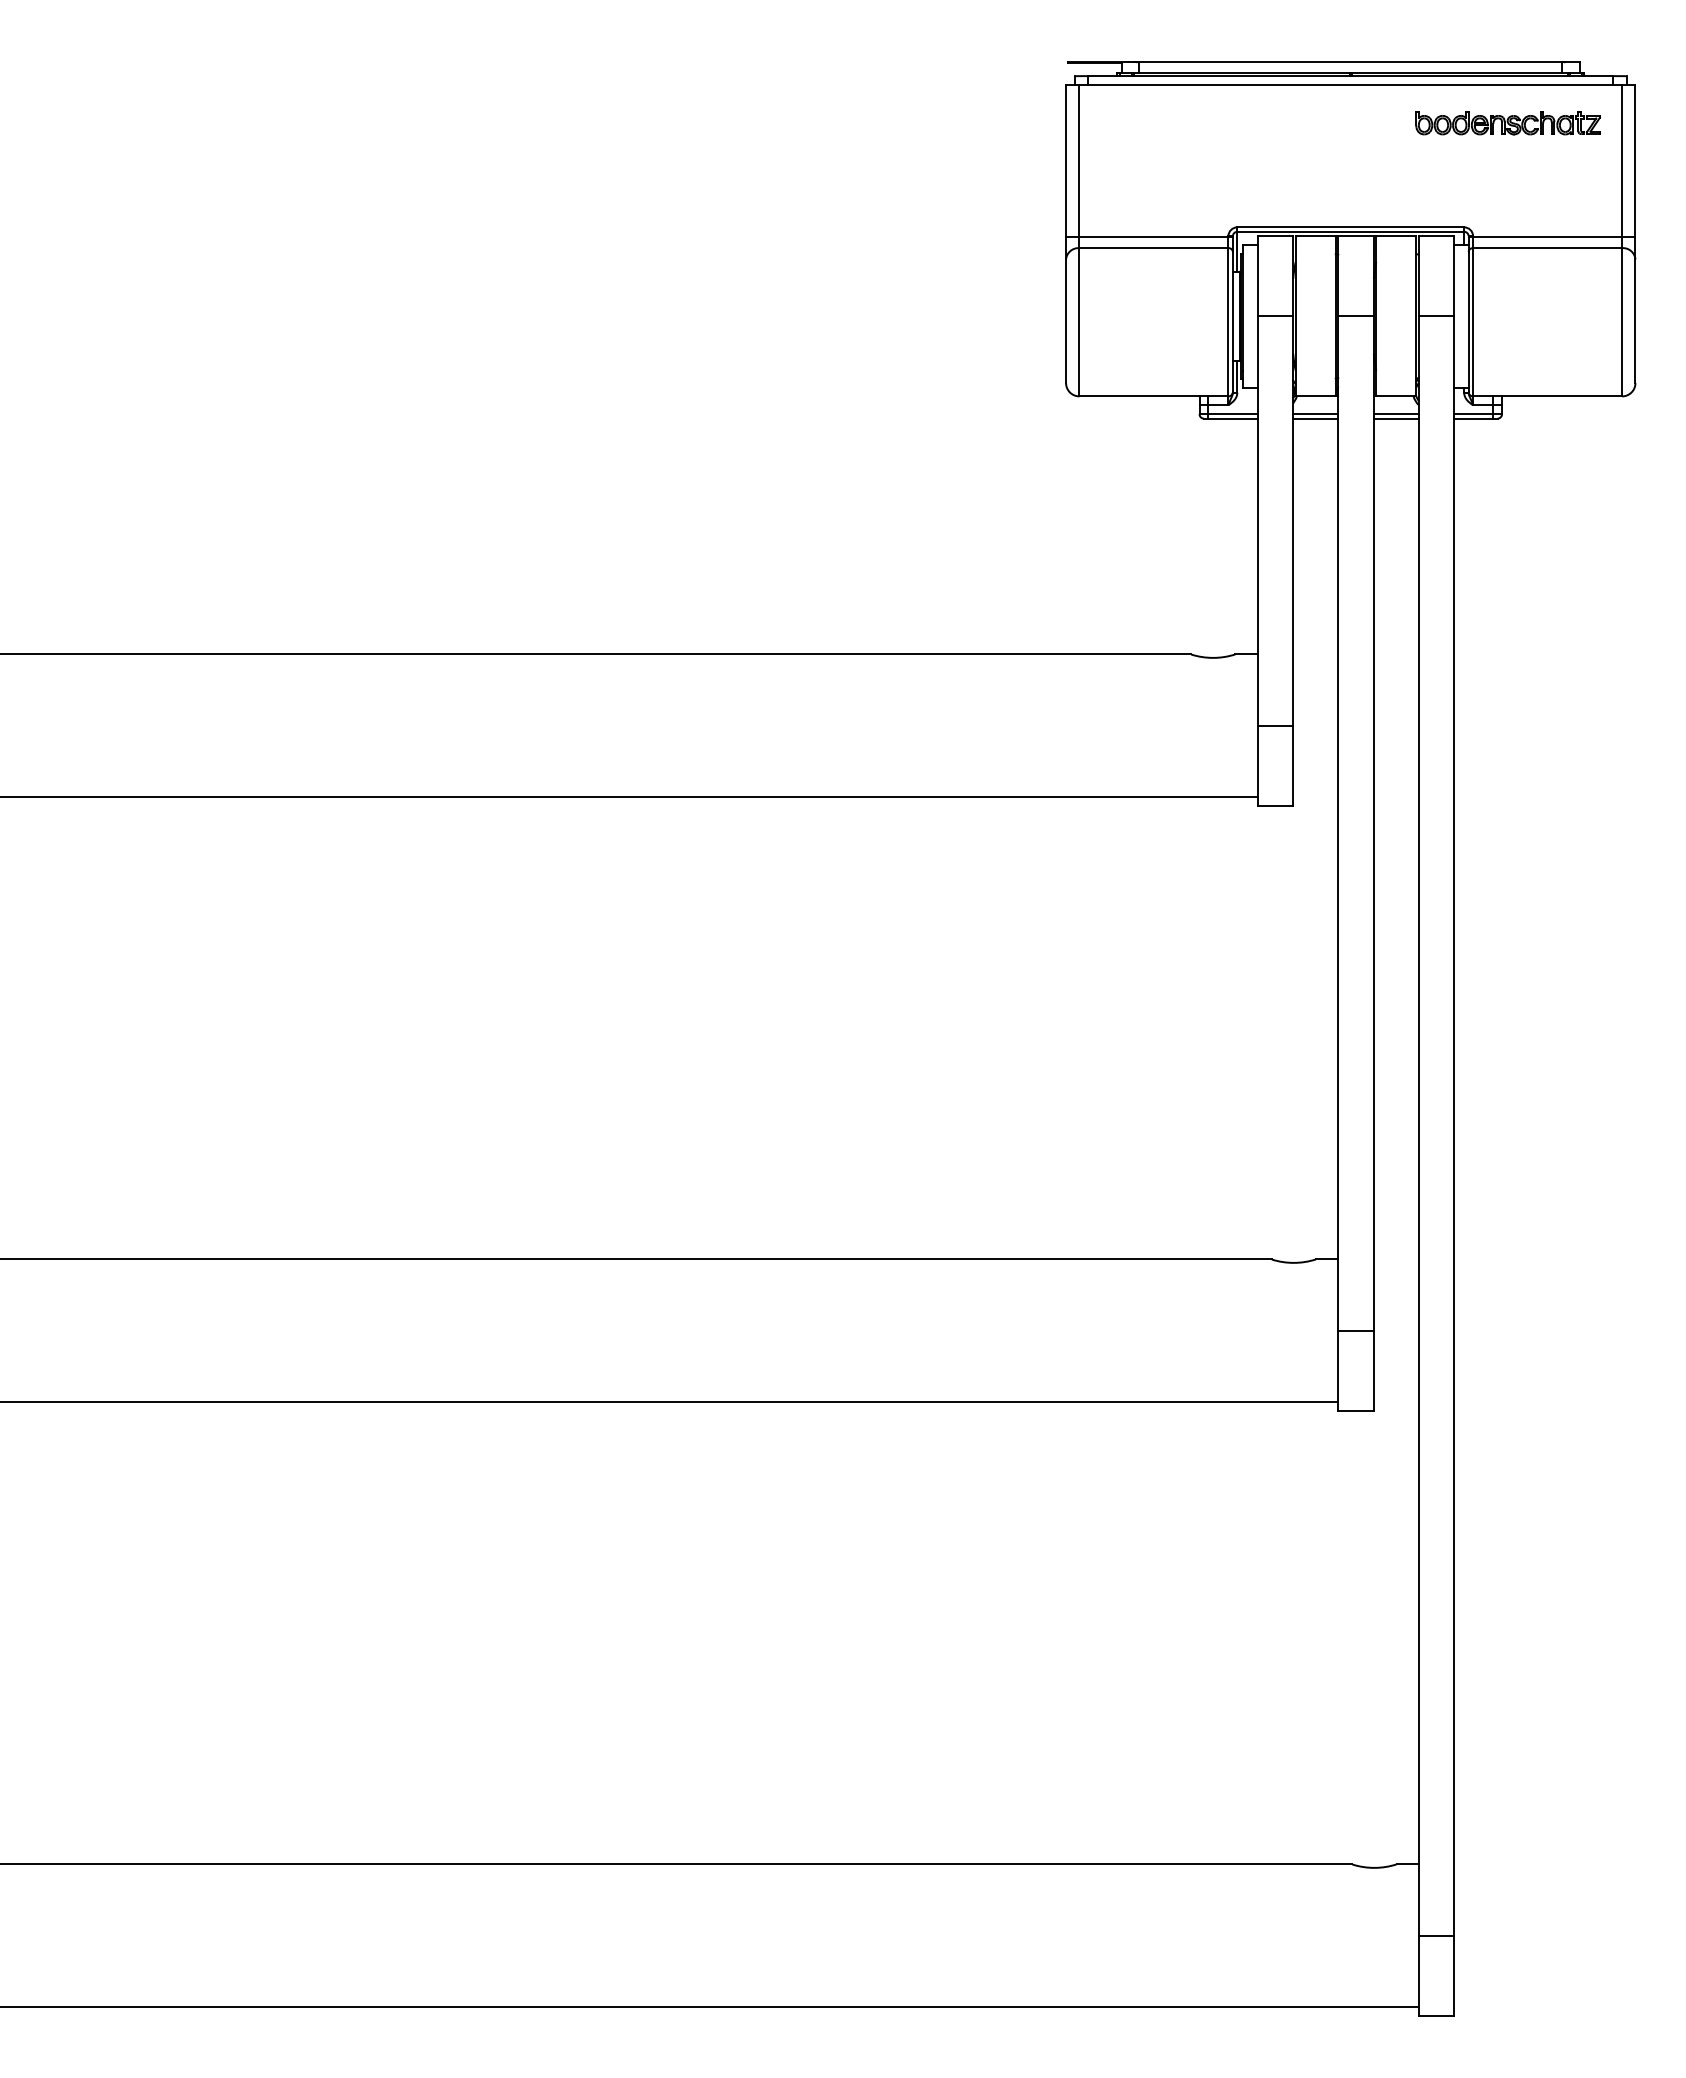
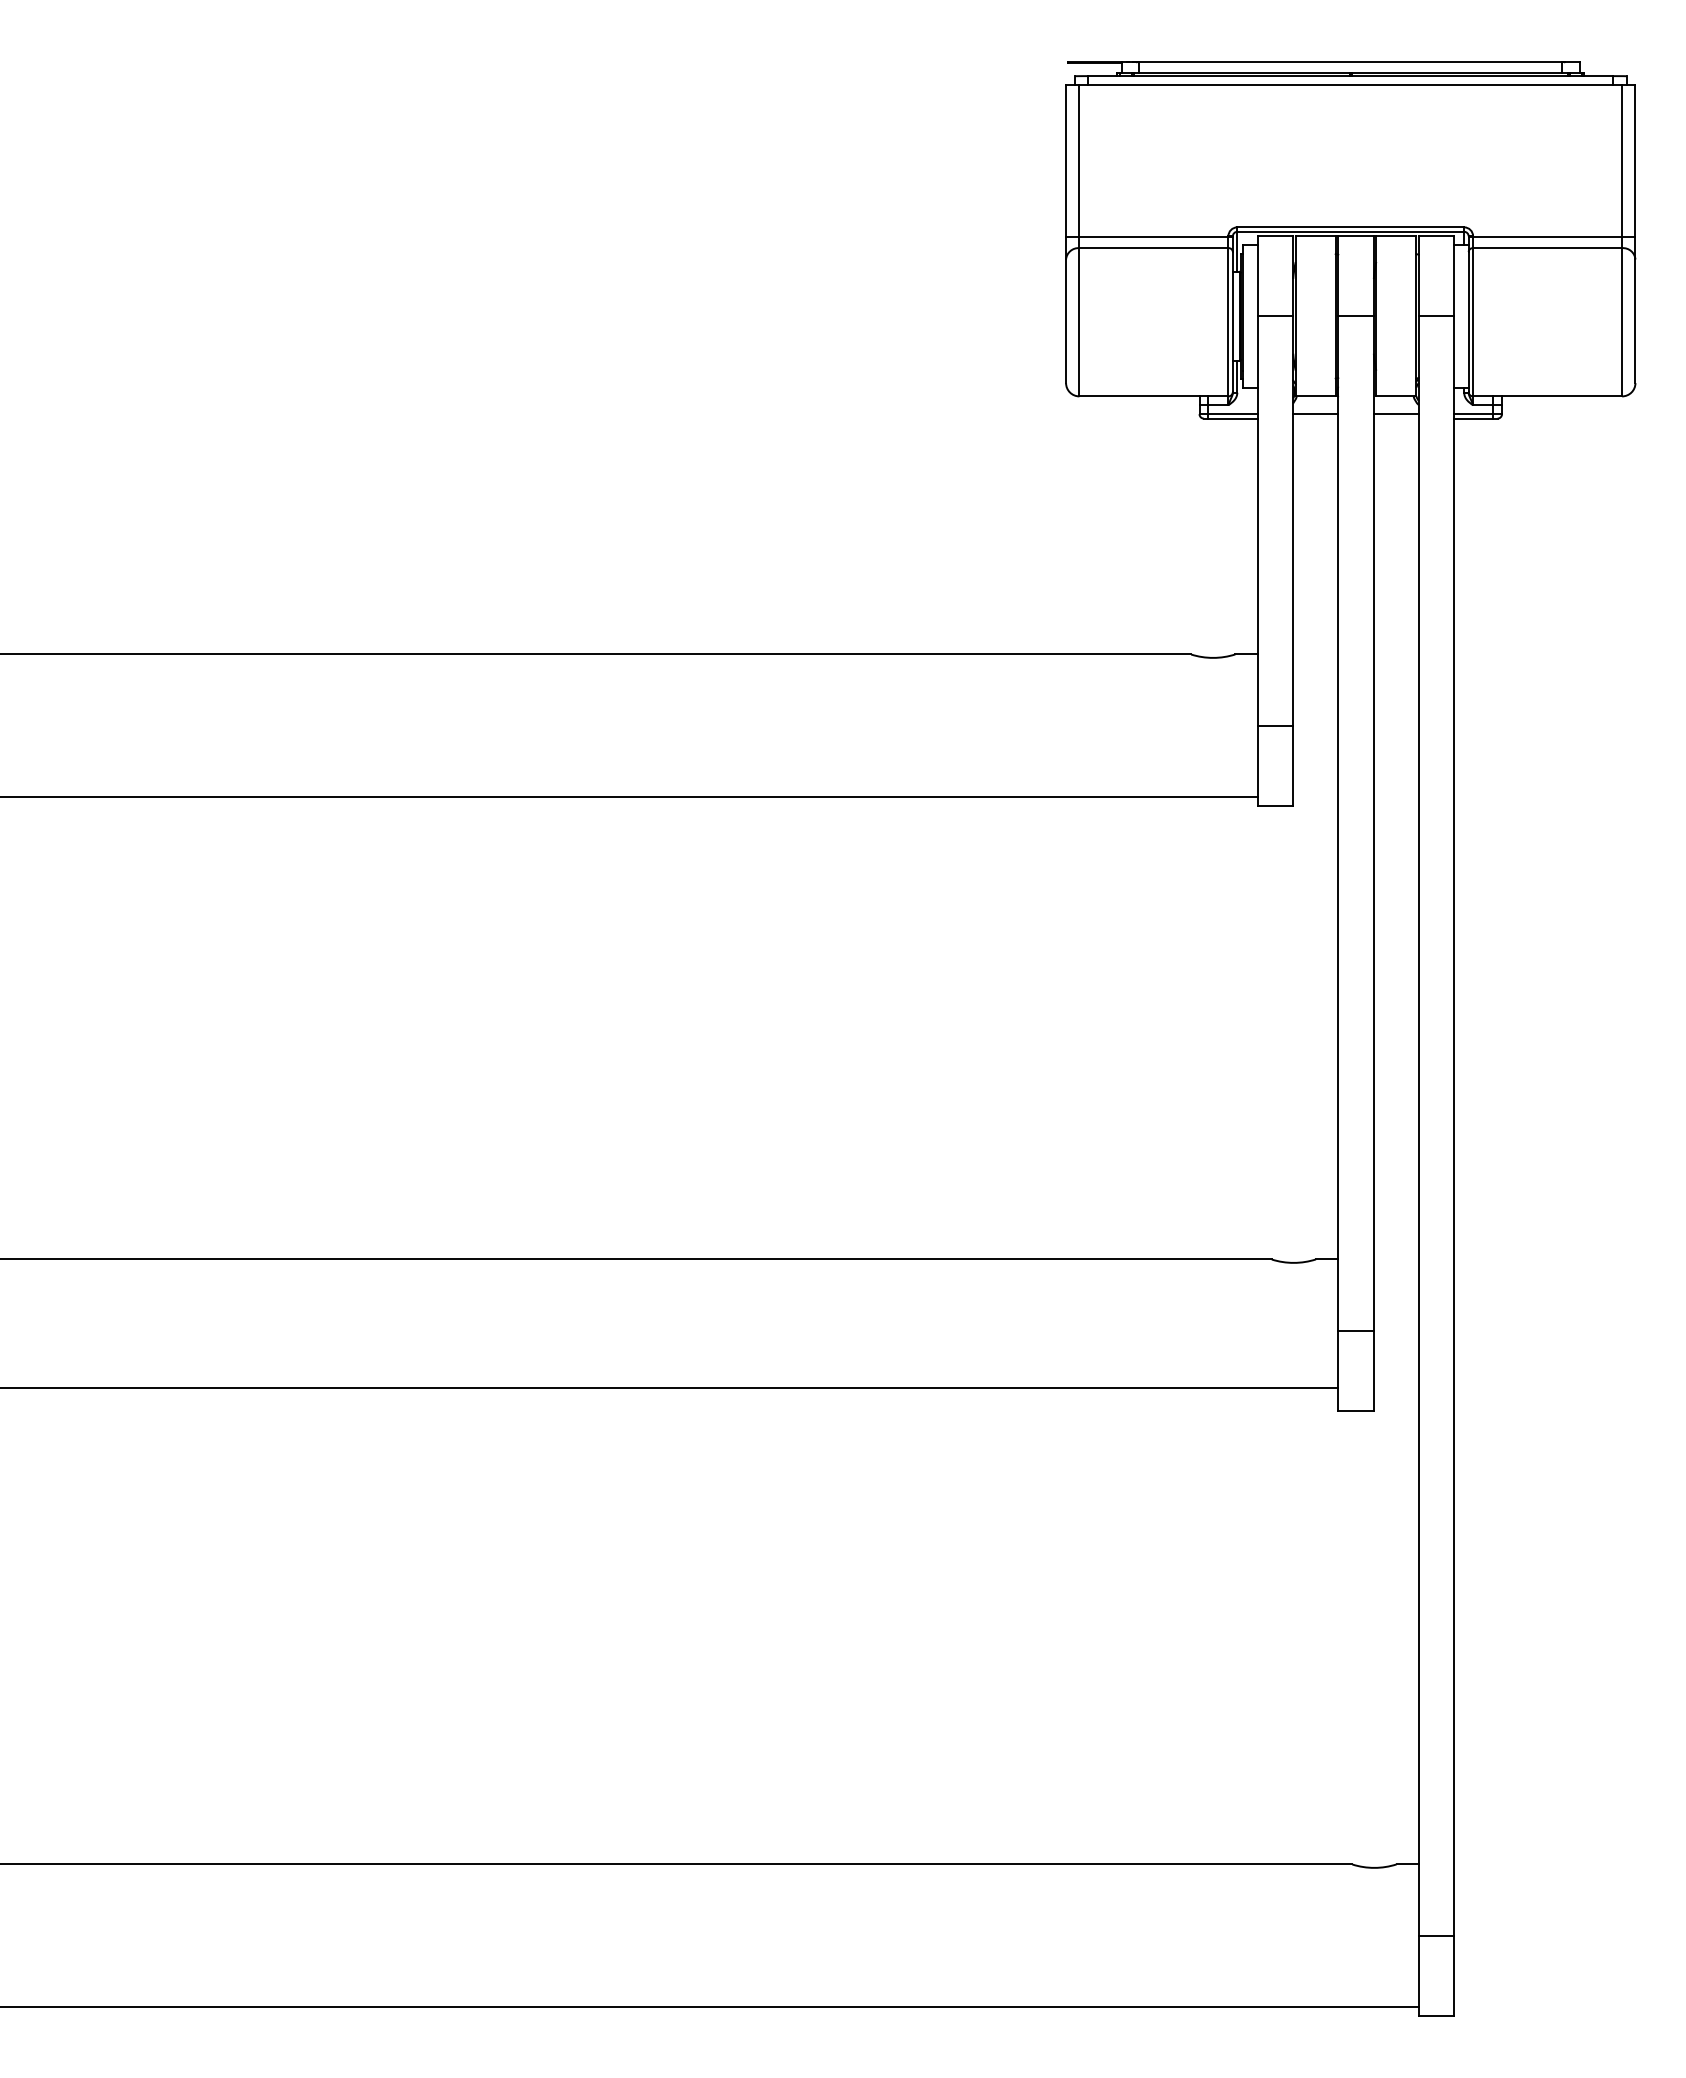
part at (1507, 123): present -> none
line at (1315, 418): present -> none
line at (1395, 418): present -> none
line at (670, 1401) position: (670, 1401) -> (670, 1387)
